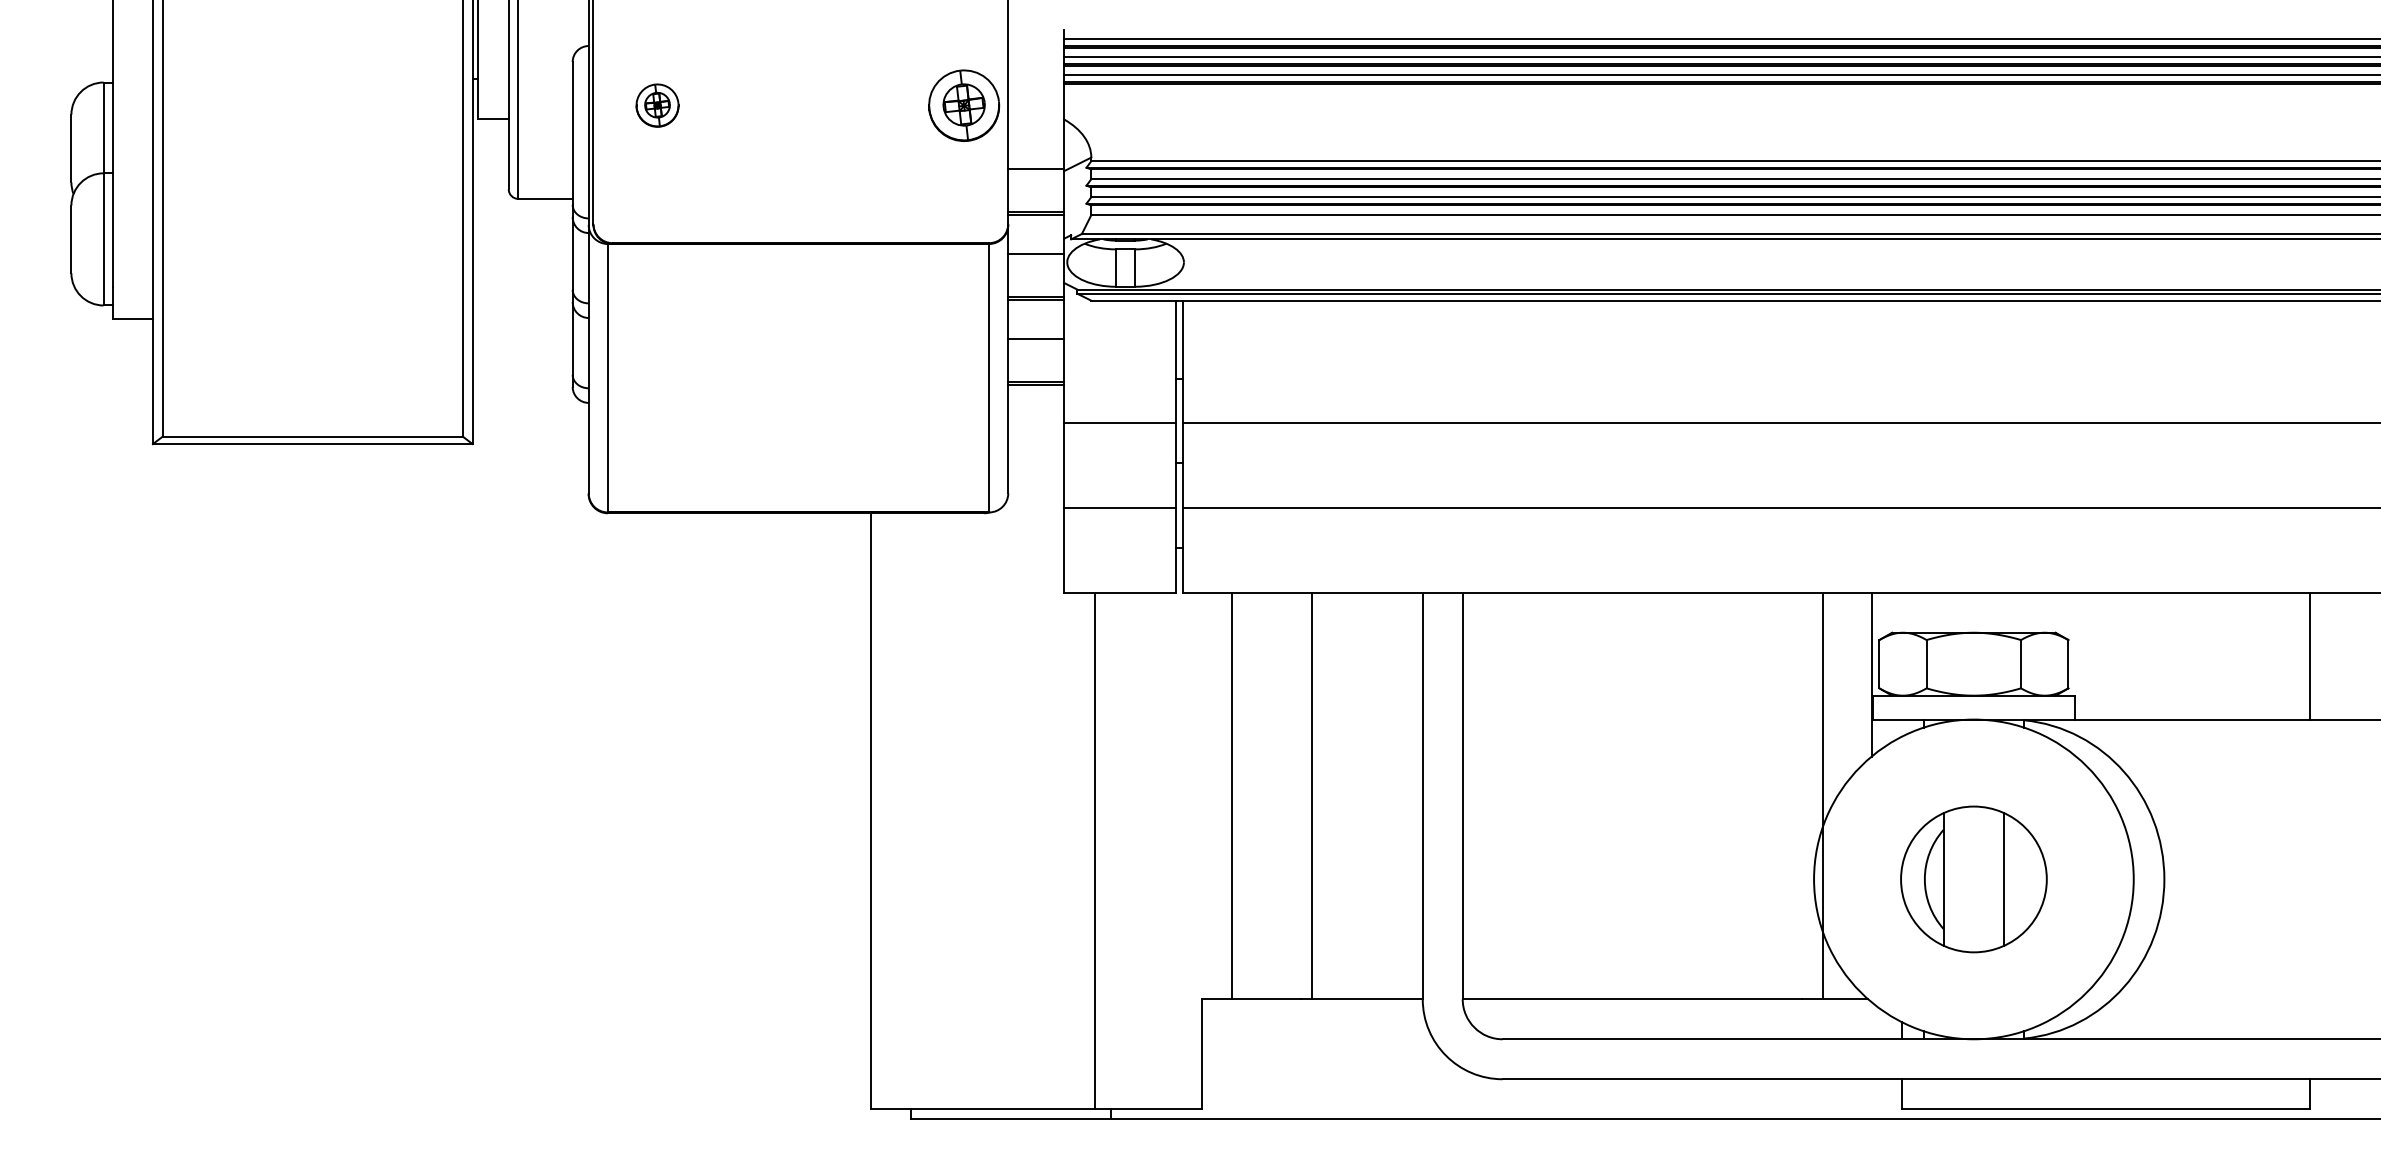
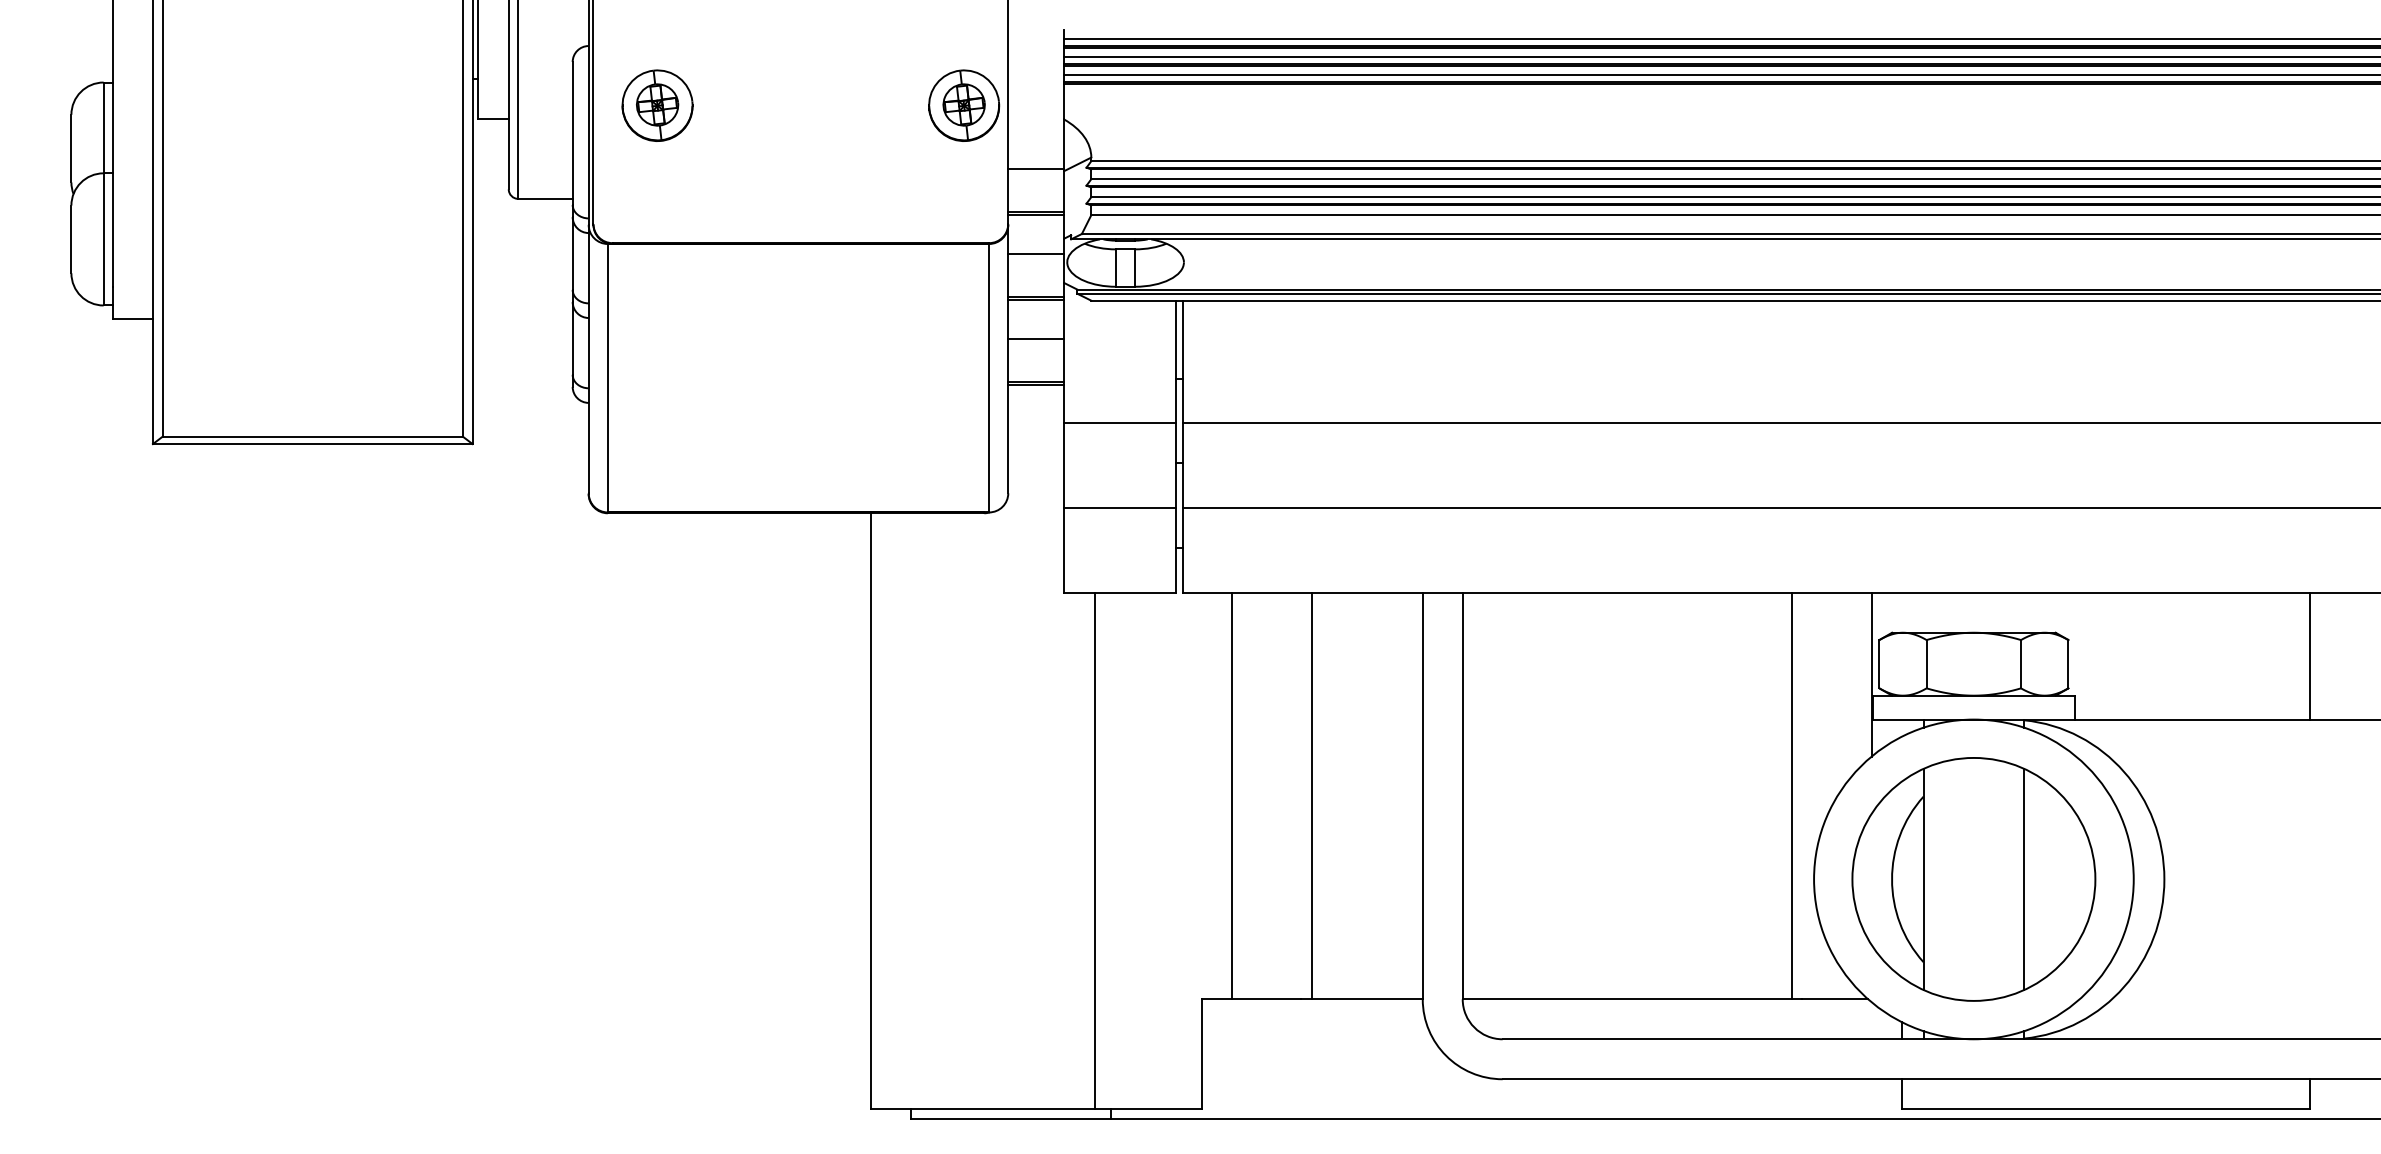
part at (657, 105) size: 45x45 px -> 73x73 px
line at (1822, 795) position: (1822, 795) -> (1791, 795)
part at (1973, 879) size: 148x149 px -> 246x245 px
